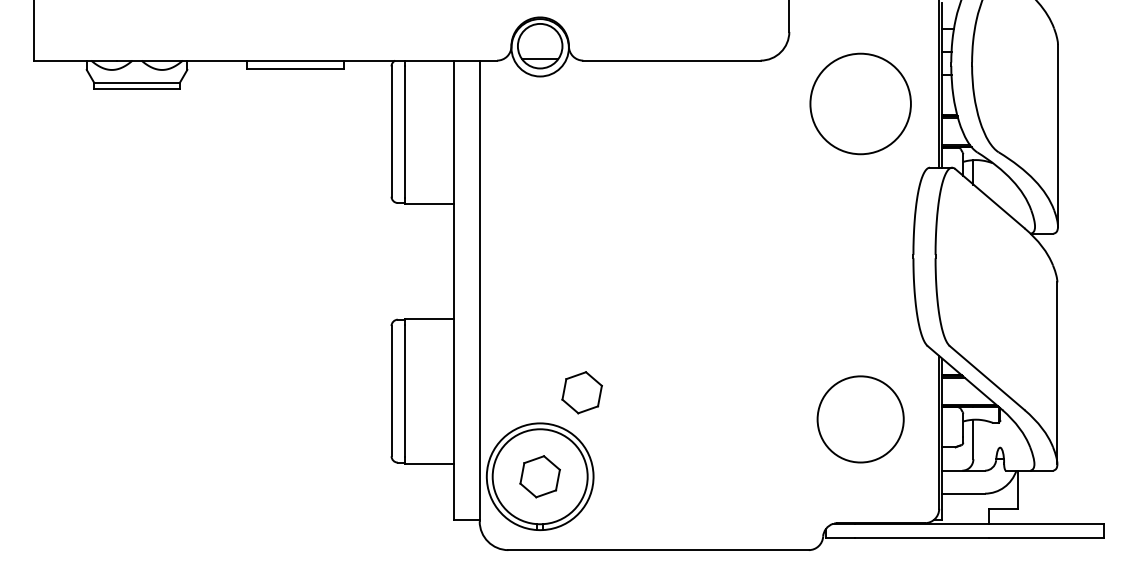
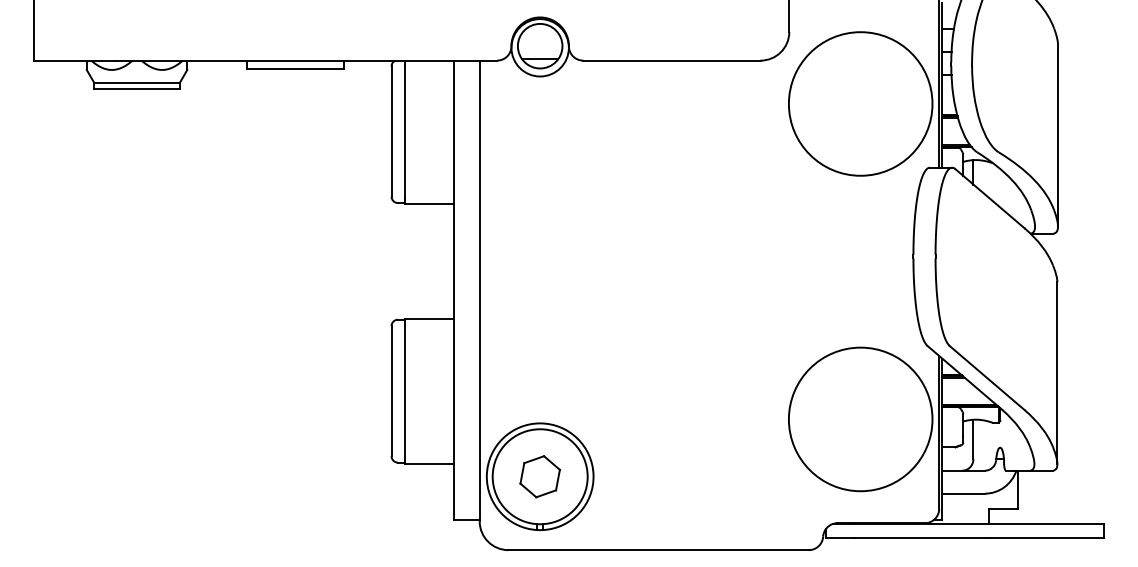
circle at (860, 103) diameter: 101 px -> 144 px
part at (581, 392): present -> none
circle at (860, 419) diameter: 86 px -> 144 px
